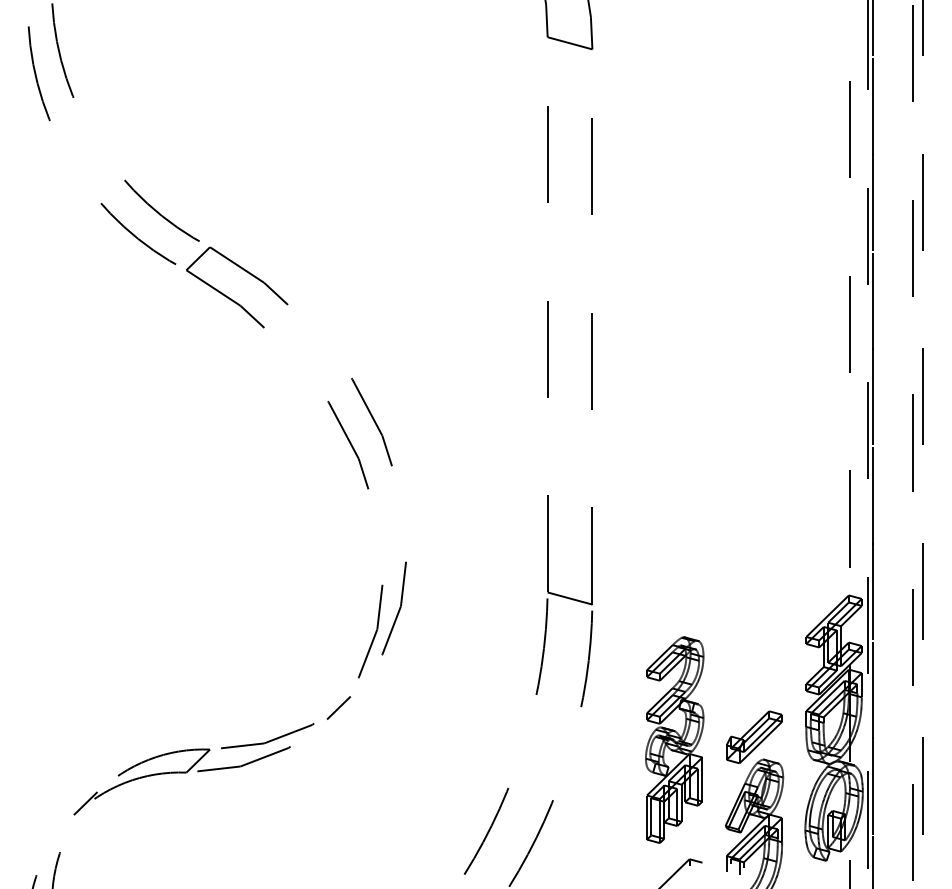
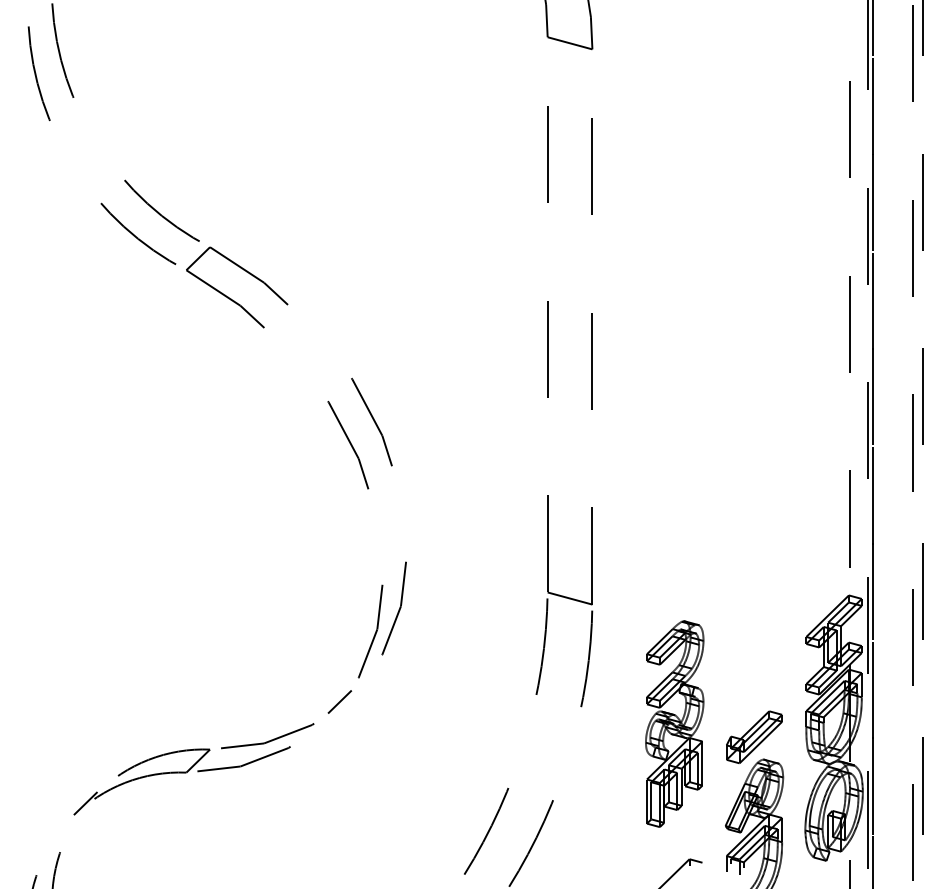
line at (338, 707) position: (338, 707) -> (339, 701)
part at (674, 739) position: (674, 739) -> (674, 723)
